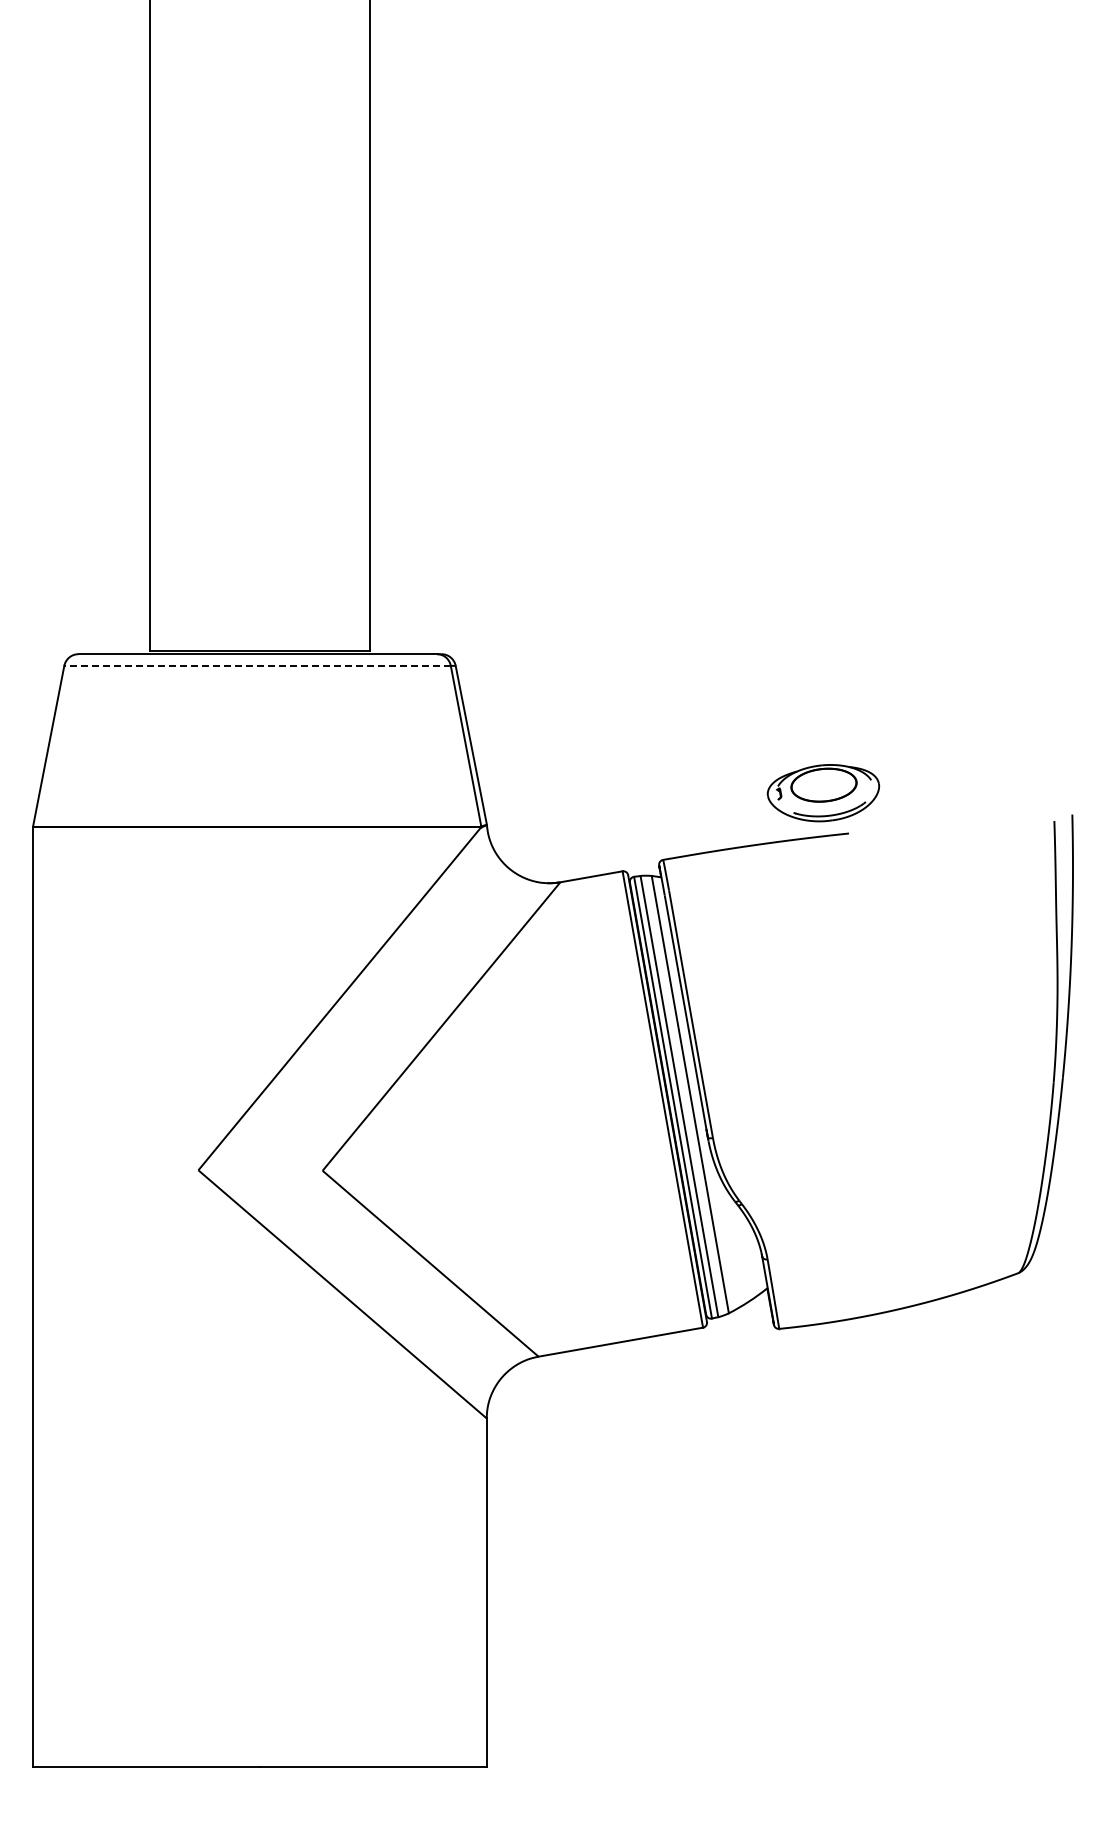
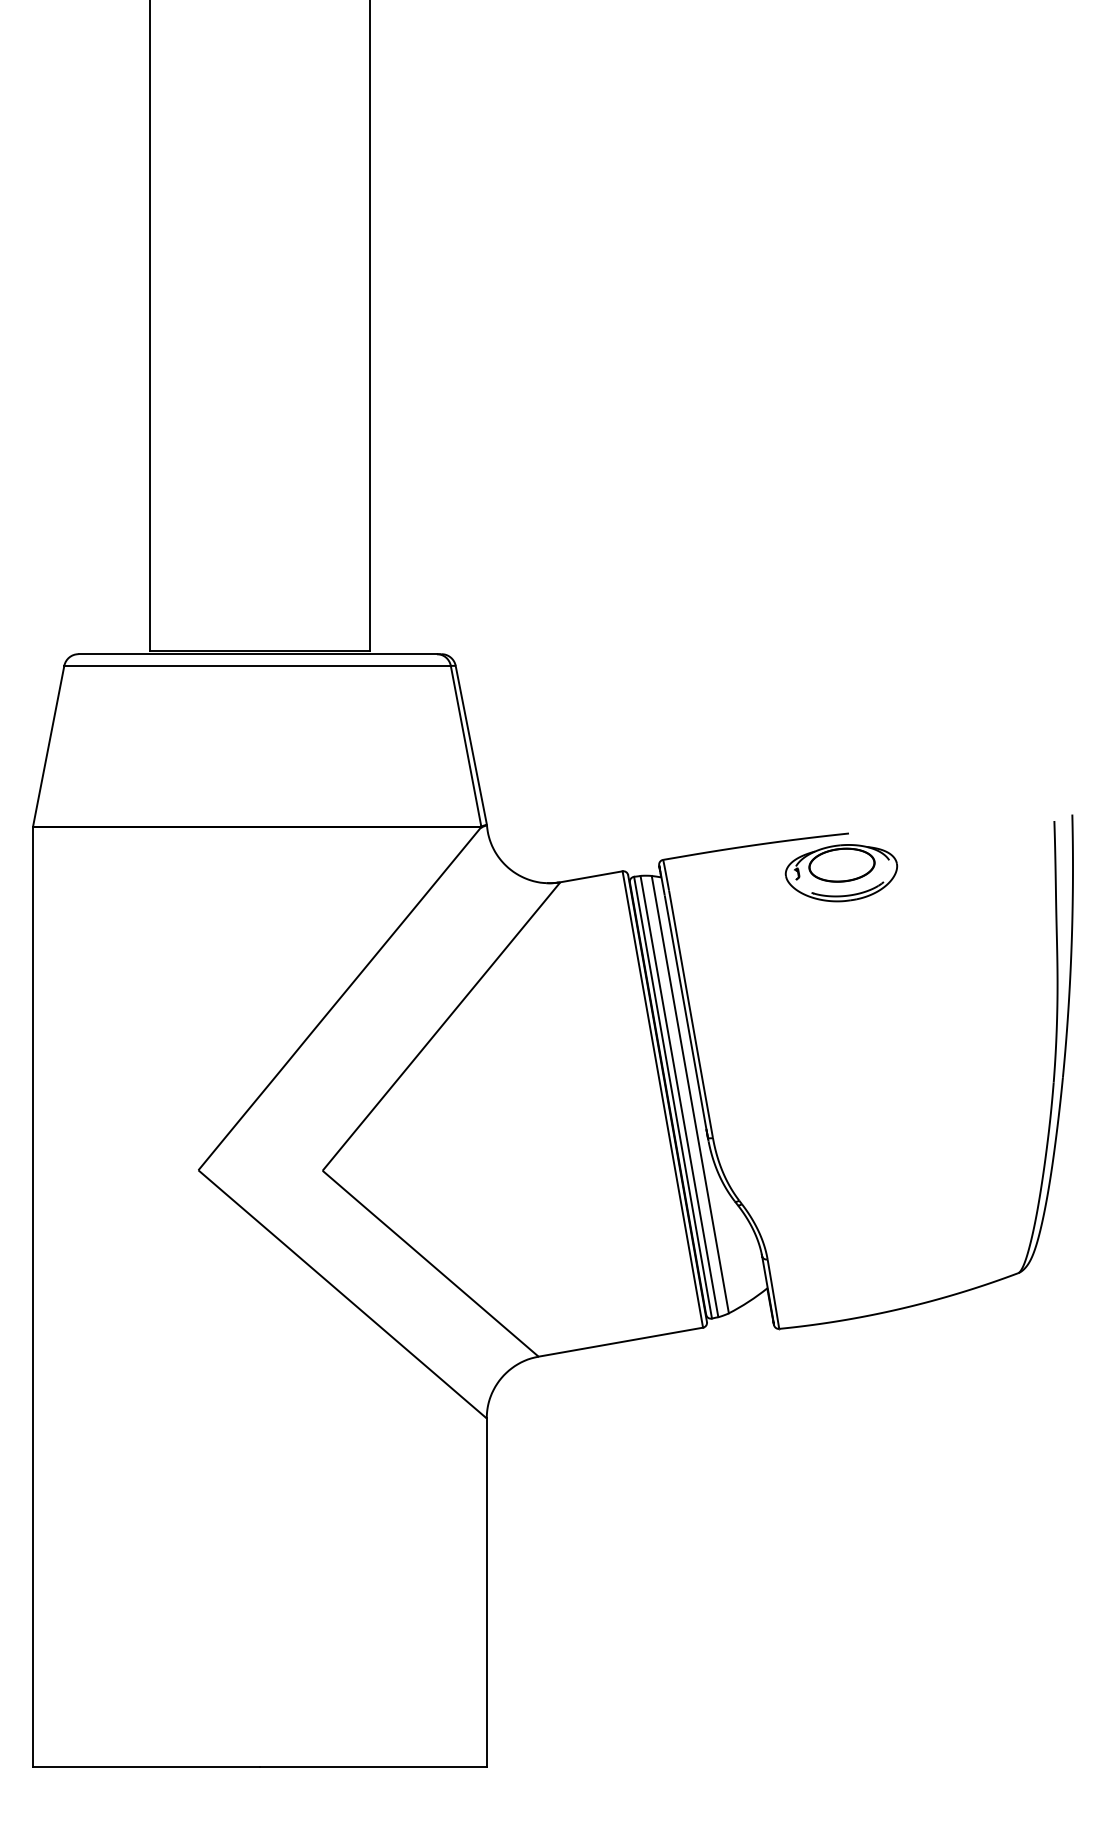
line at (257, 665): dashed -> solid
part at (823, 793) position: (823, 793) -> (841, 873)
